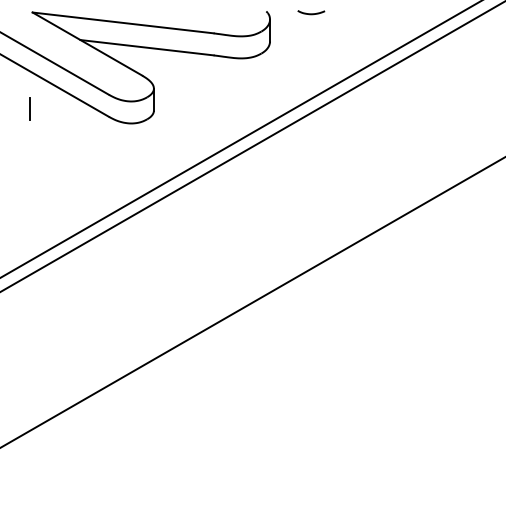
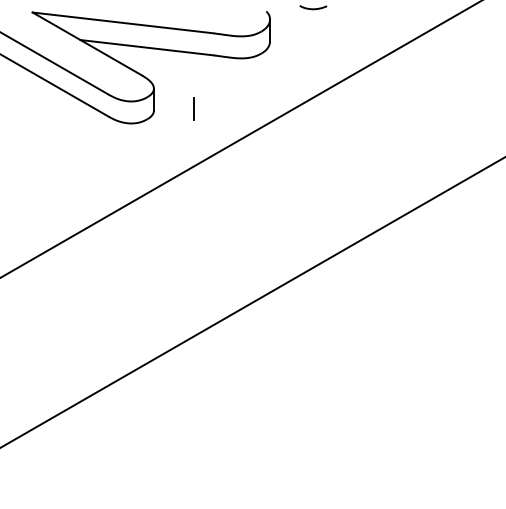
curve at (311, 13) position: (311, 13) -> (313, 8)
line at (29, 108) position: (29, 108) -> (193, 108)
line at (252, 146): present -> none
